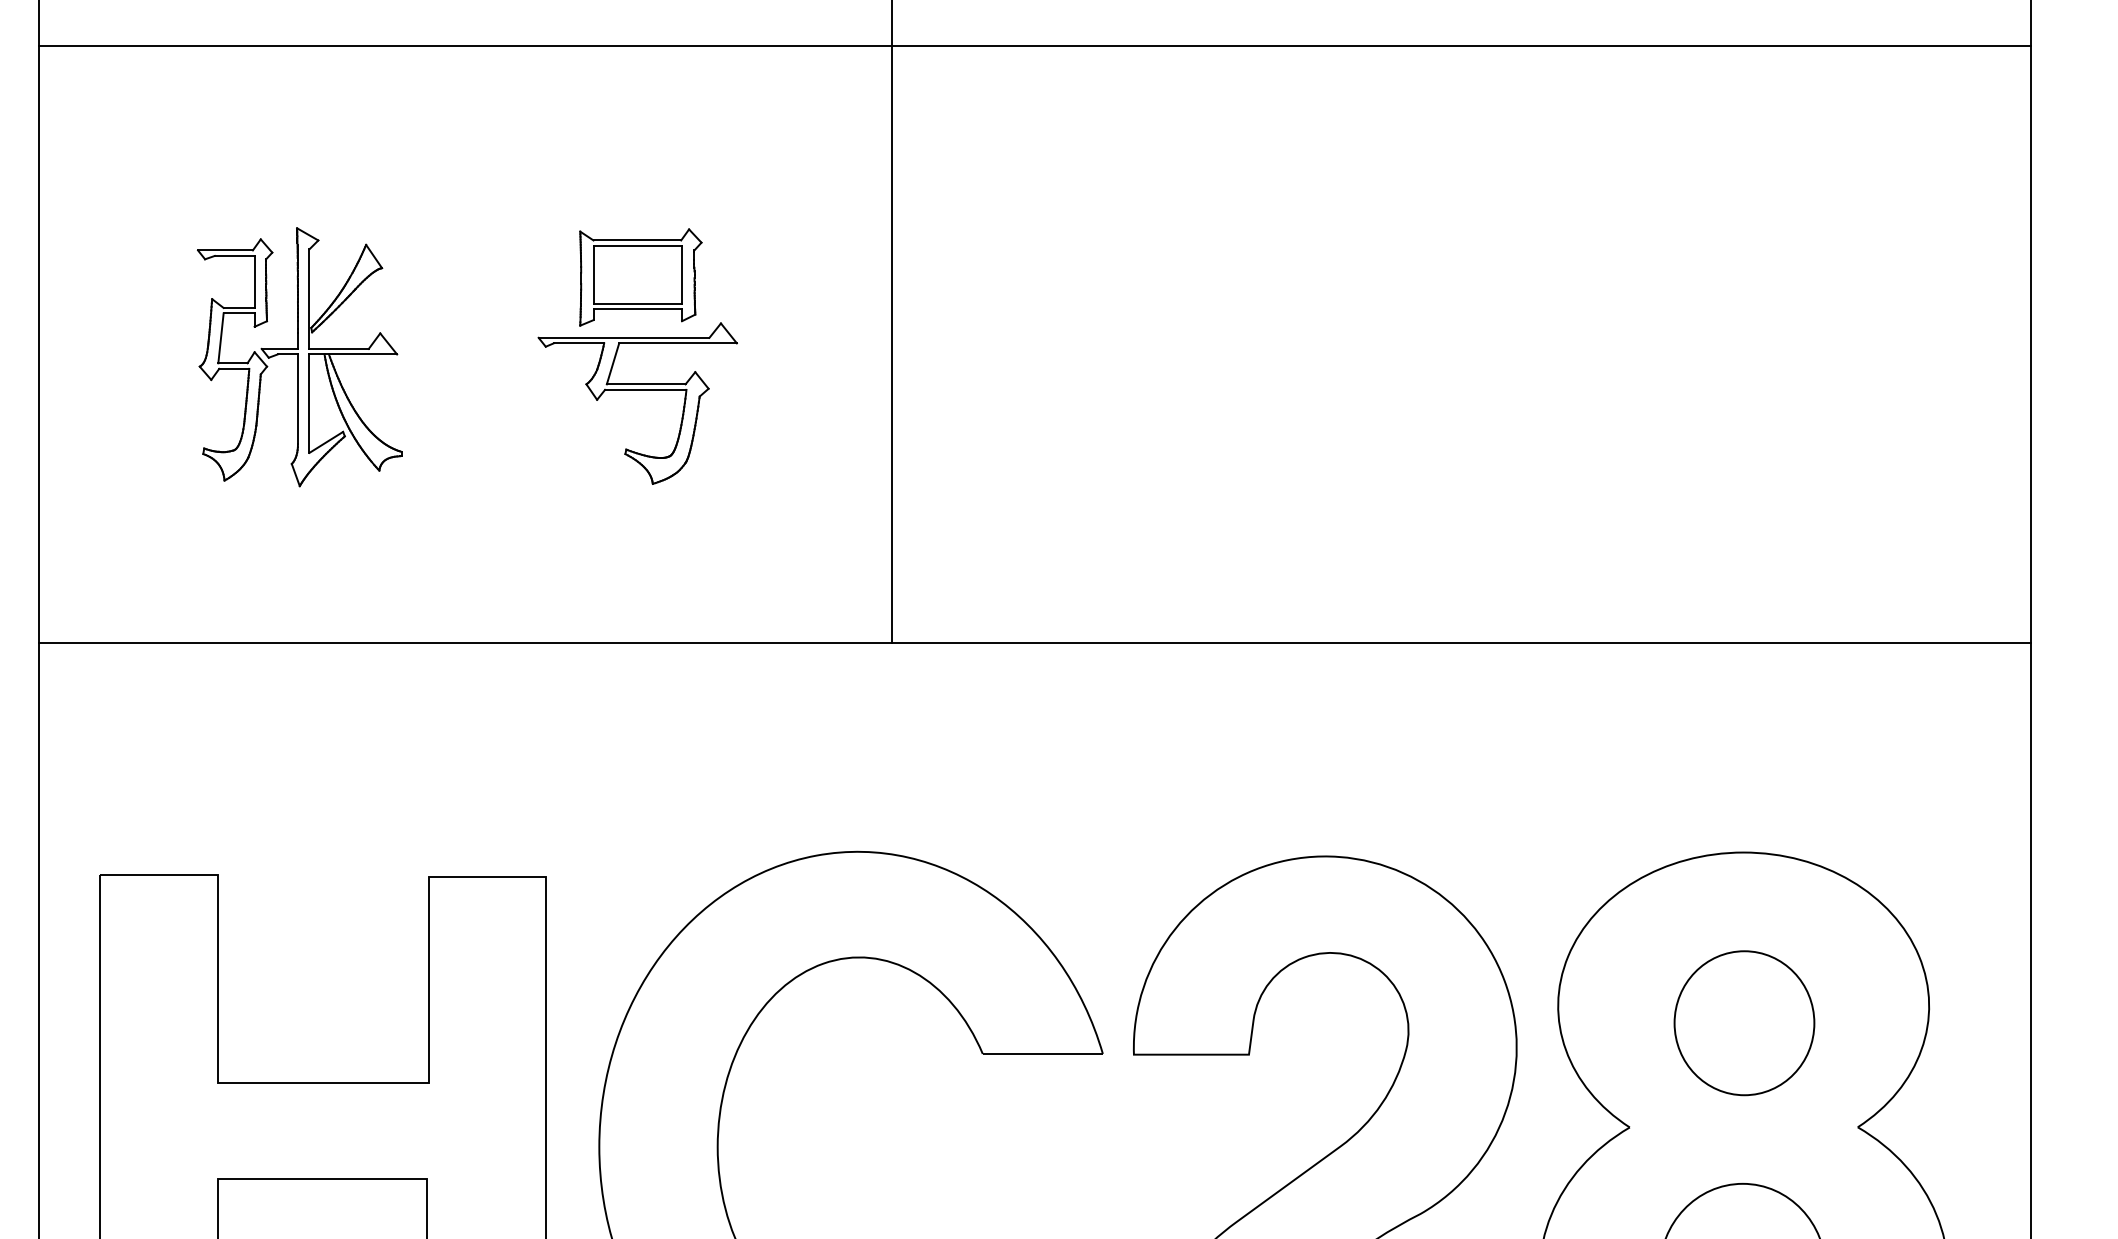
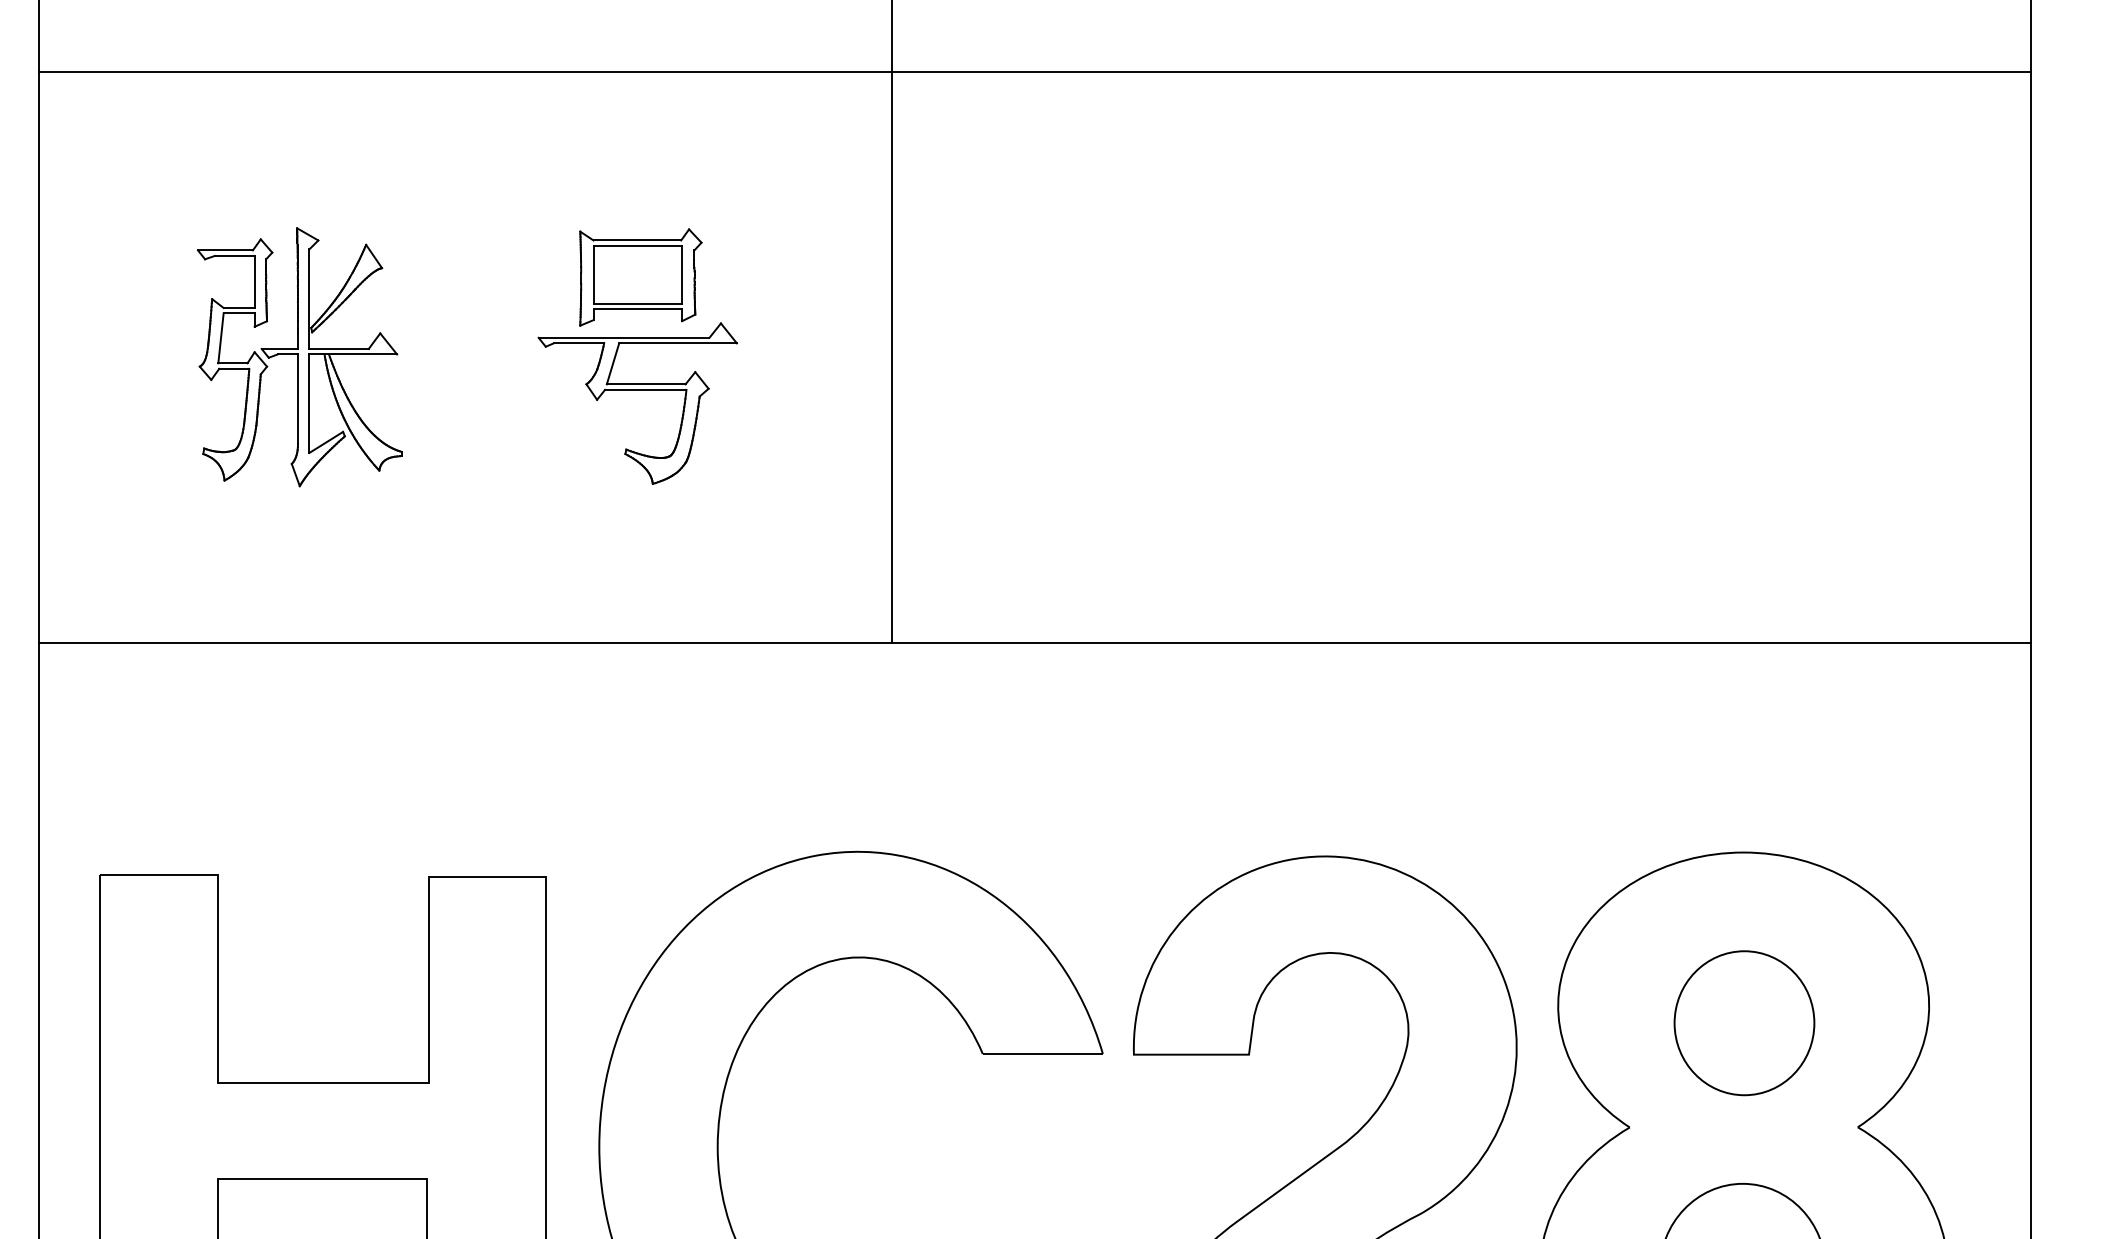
line at (1034, 45) position: (1034, 45) -> (1034, 71)
